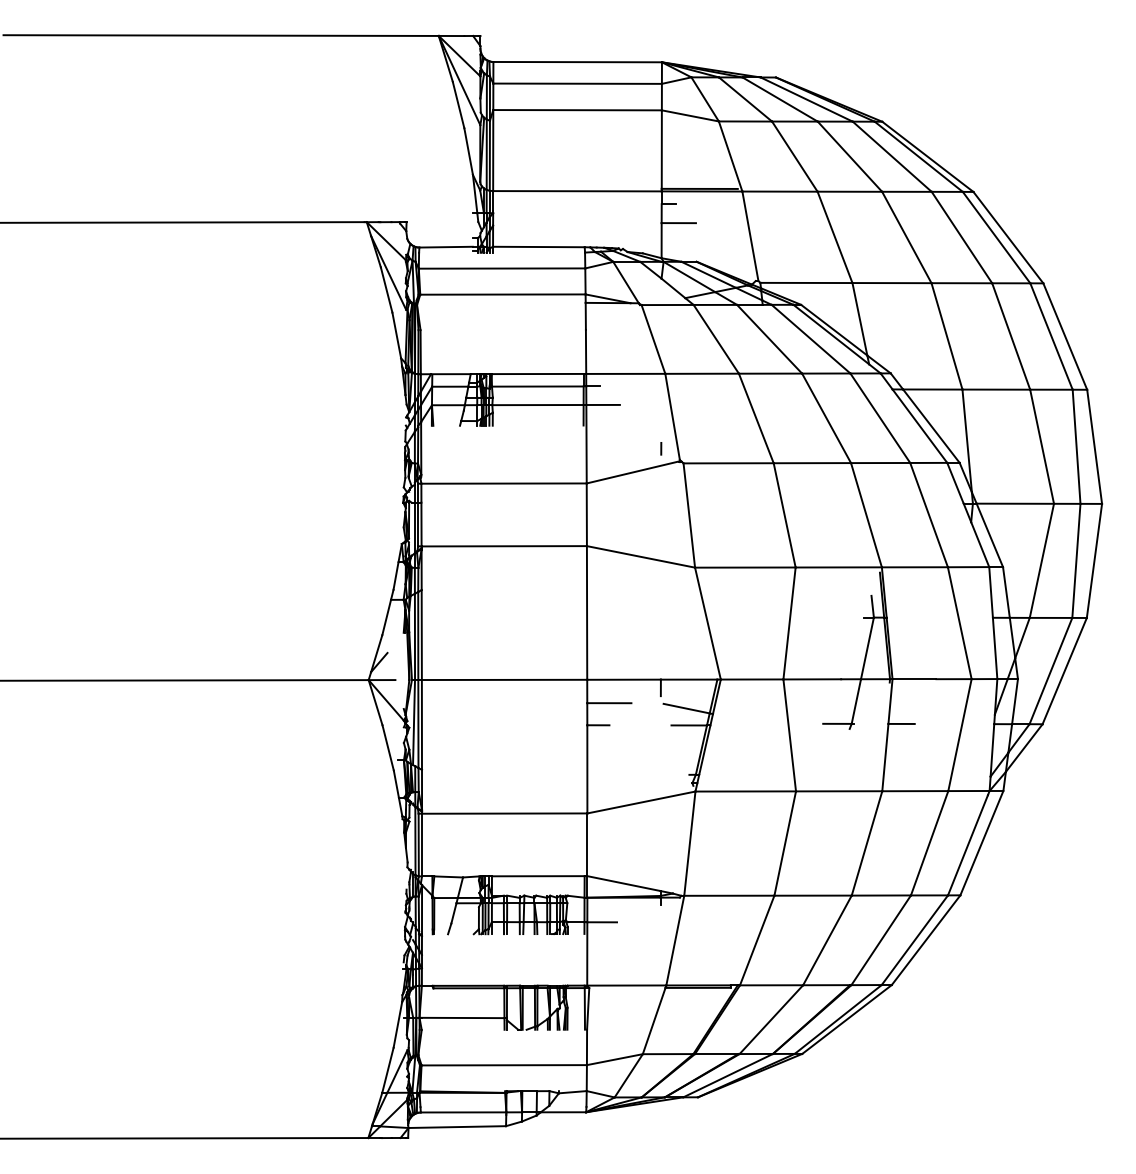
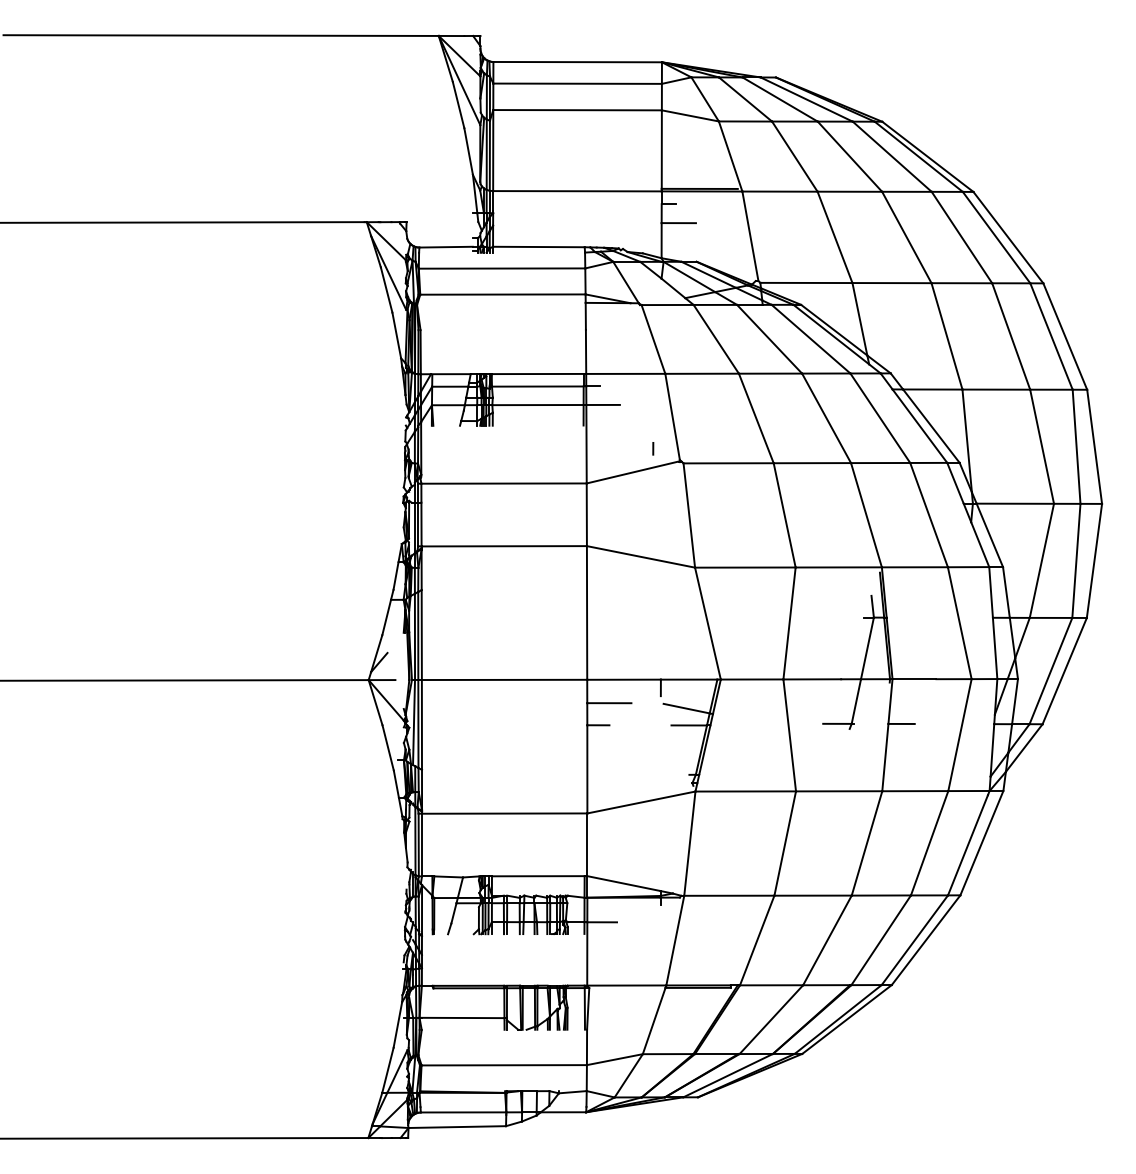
line at (661, 448) position: (661, 448) -> (653, 448)
